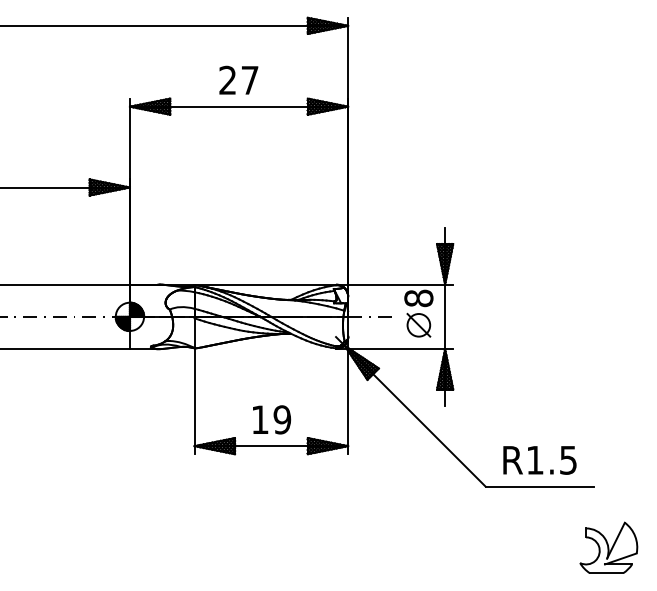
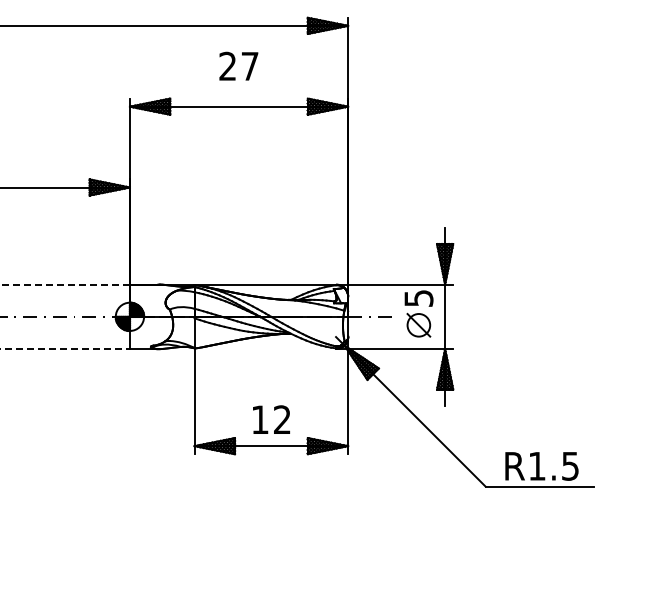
text at (238, 79) position: (238, 79) -> (238, 65)
line at (64, 284): solid -> dashed
text at (418, 298): 8 -> 5
line at (64, 349): solid -> dashed
text at (282, 419): 19 -> 12
text at (539, 460) position: (539, 460) -> (541, 466)
part at (608, 547): present -> none
